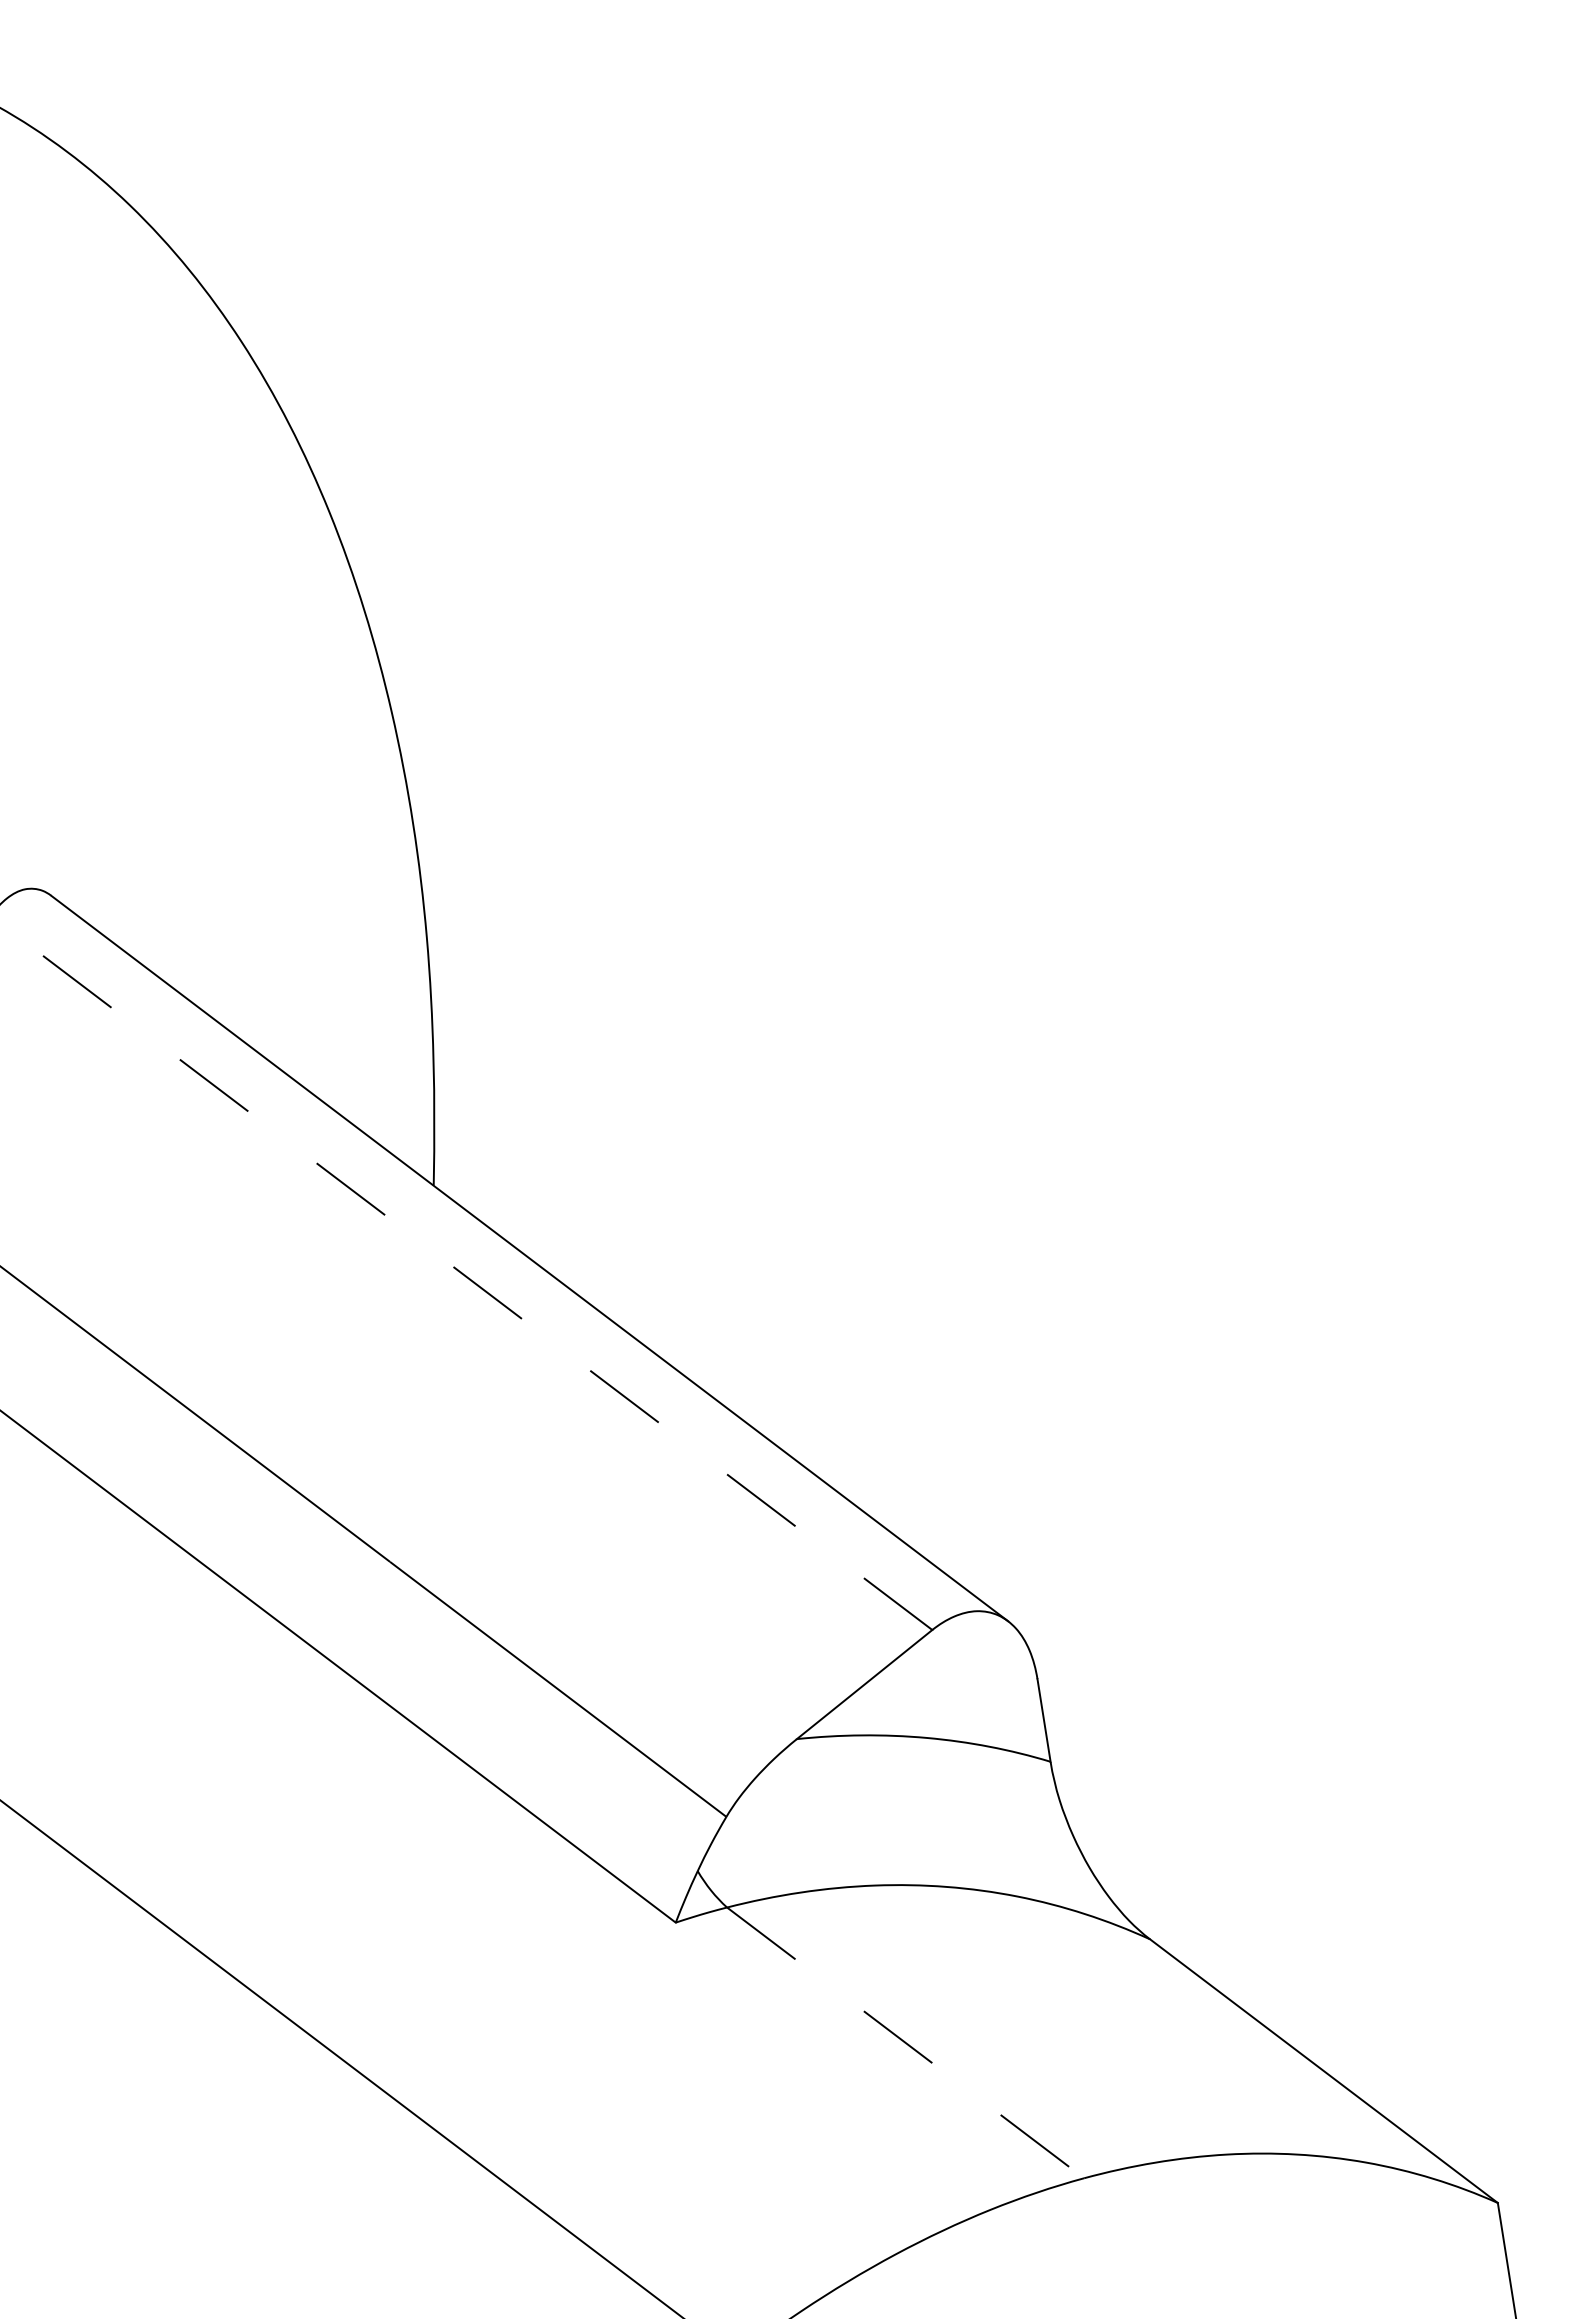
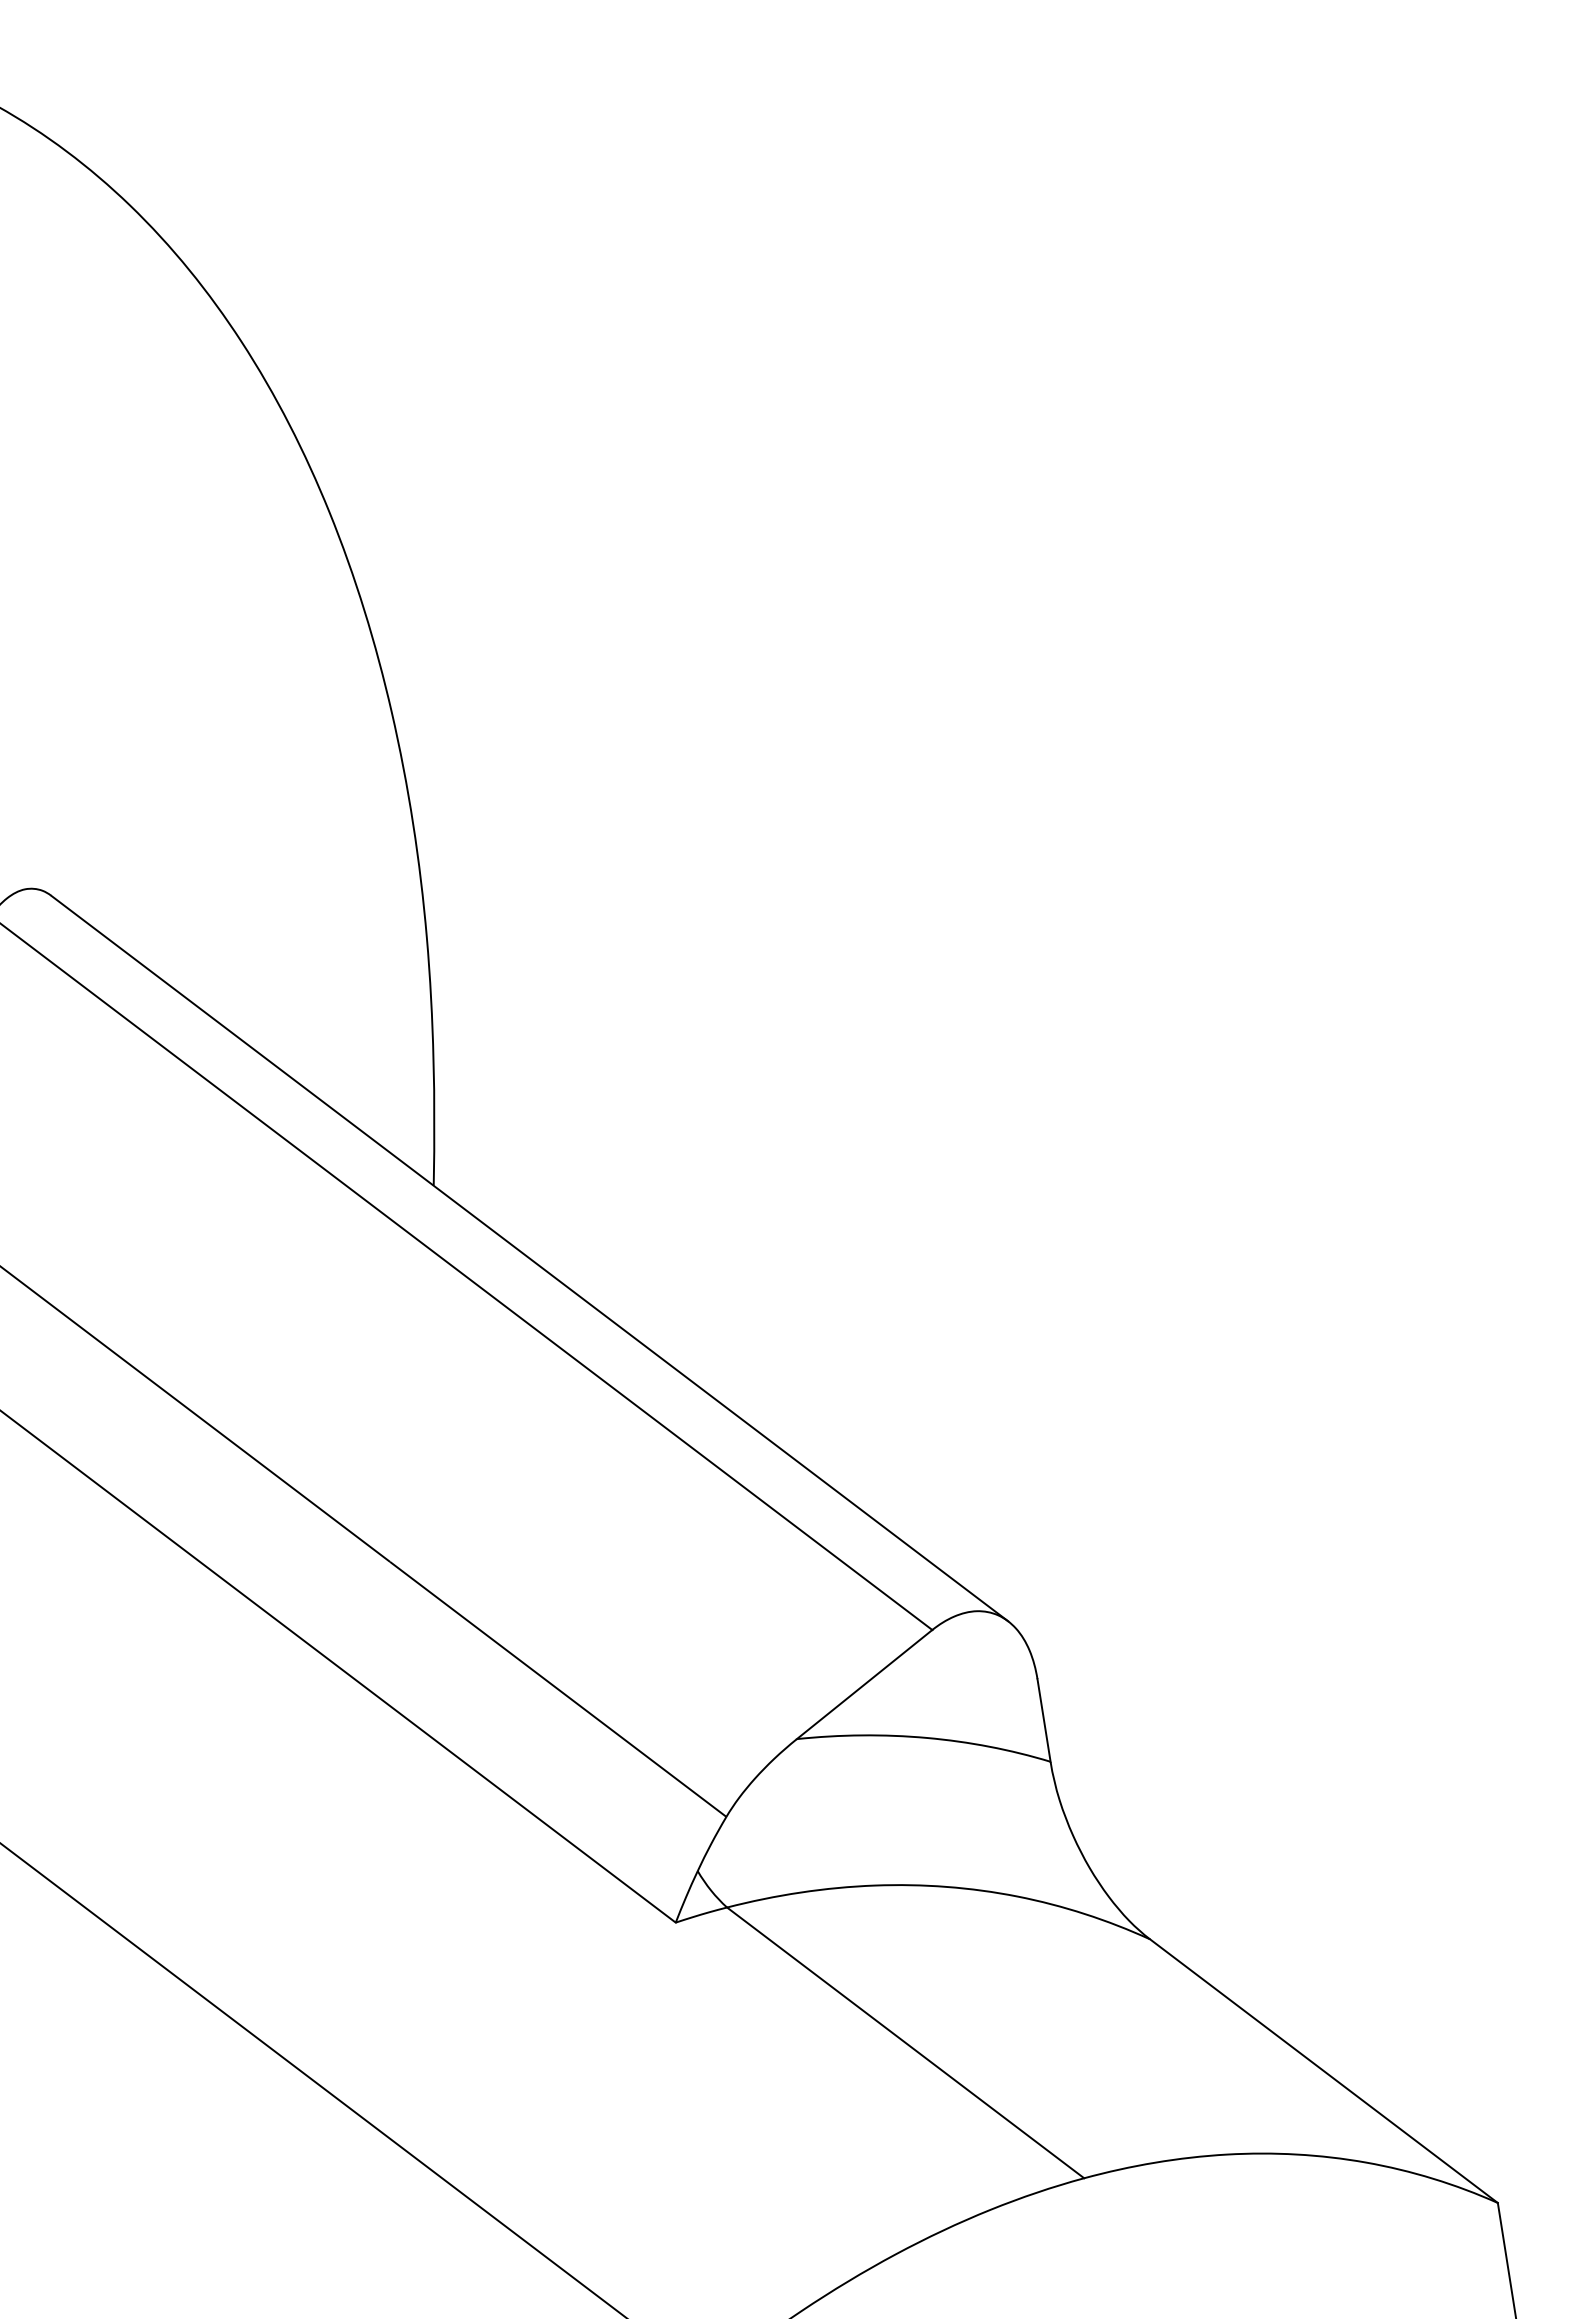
line at (466, 1276): dashed -> solid
line at (906, 2043): dashed -> solid
line at (340, 2058) position: (340, 2058) -> (312, 2079)
